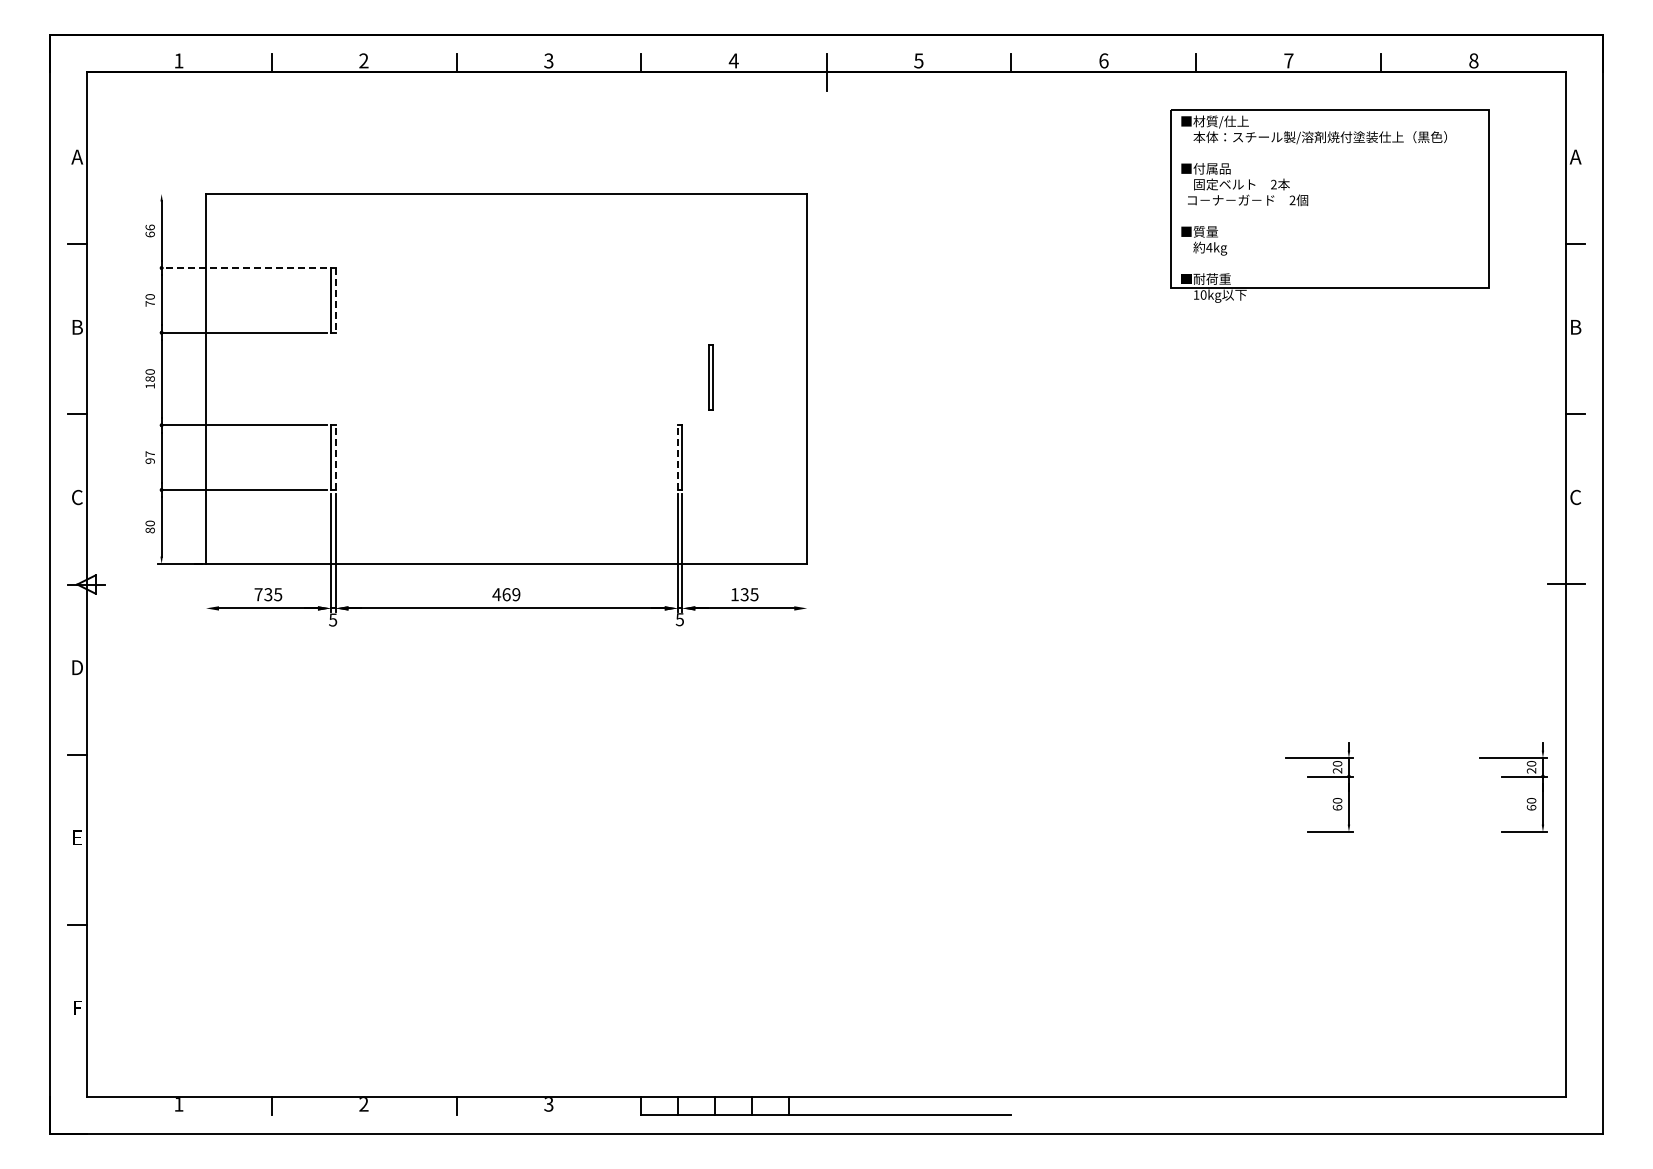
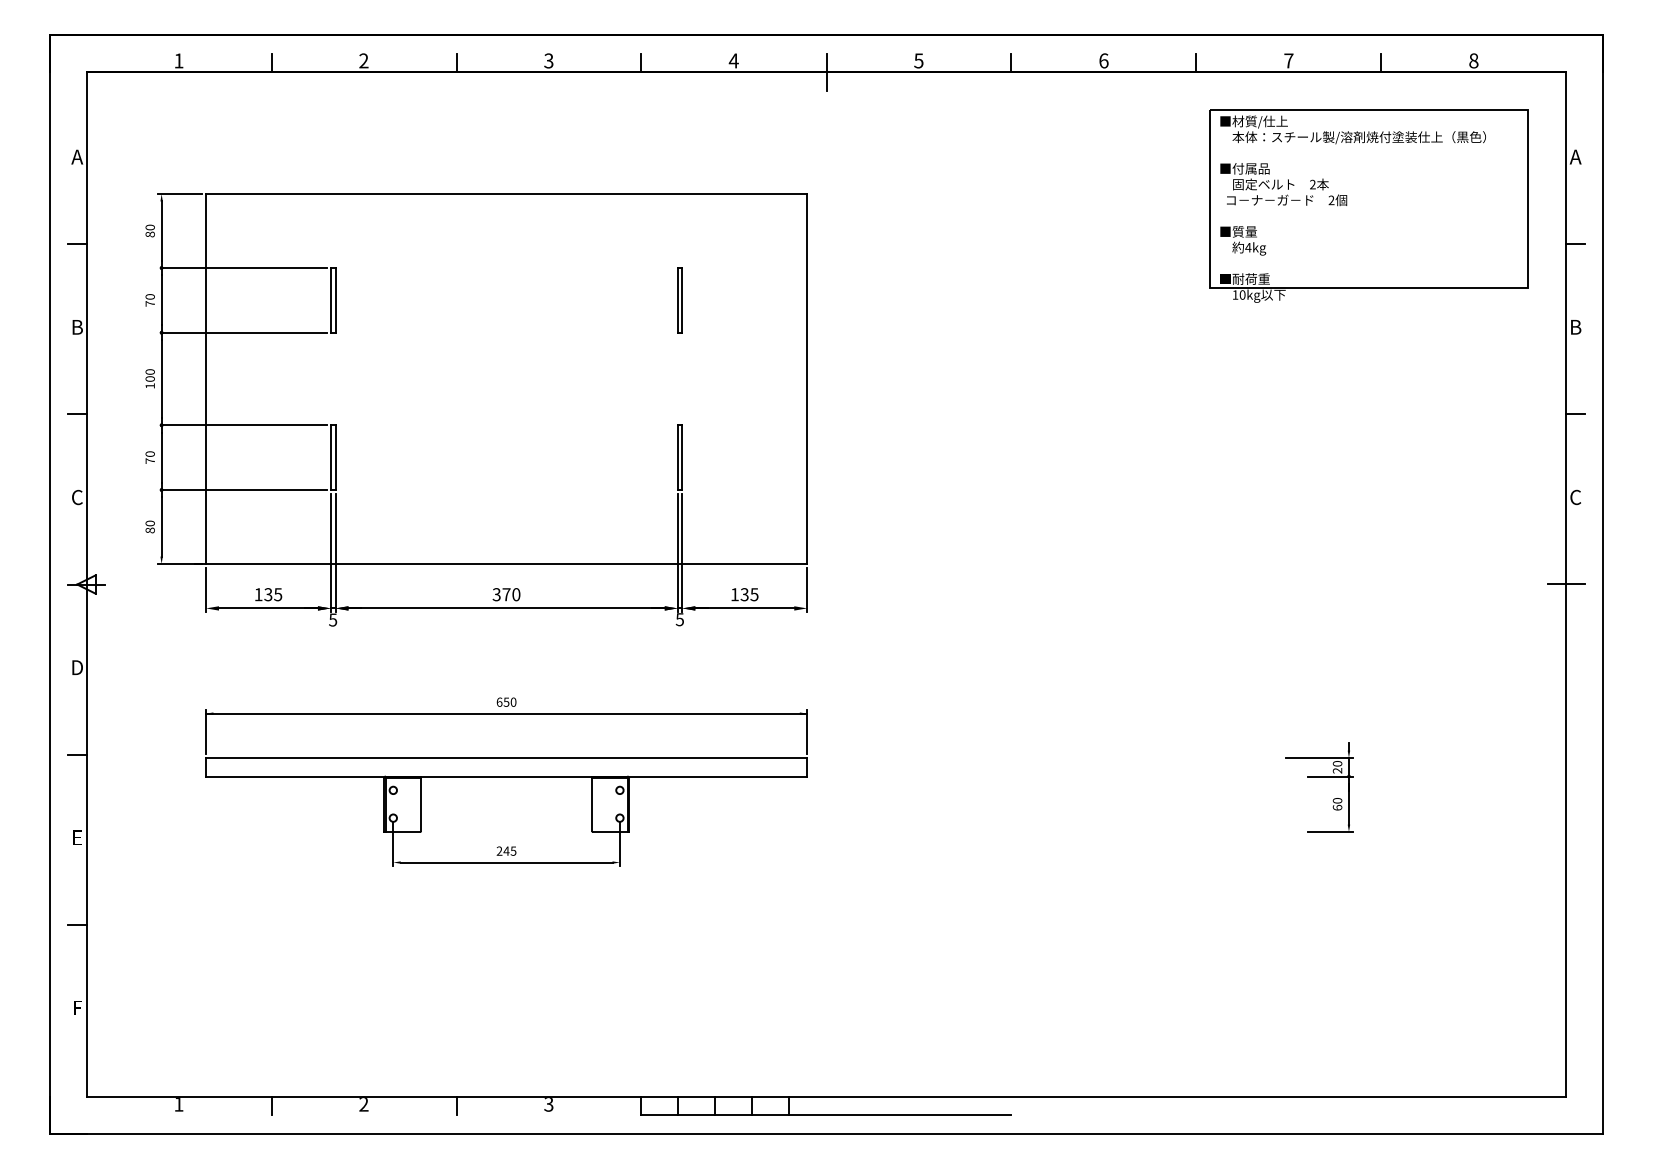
line at (179, 194): none -> present
part at (1329, 205) position: (1329, 205) -> (1368, 205)
text at (149, 230): 66 -> 80
line at (244, 268): dashed -> solid
line at (335, 300): dashed -> solid
part at (710, 377) position: (710, 377) -> (679, 300)
text at (150, 378): 180 -> 100
text at (149, 457): 97 -> 70
line at (335, 457): dashed -> solid
line at (677, 457): dashed -> solid
line at (206, 589): none -> present
line at (807, 589): none -> present
text at (258, 594): 735 -> 135
text at (506, 594): 469 -> 370
part at (1513, 777): present -> none
part at (506, 781): none -> present
